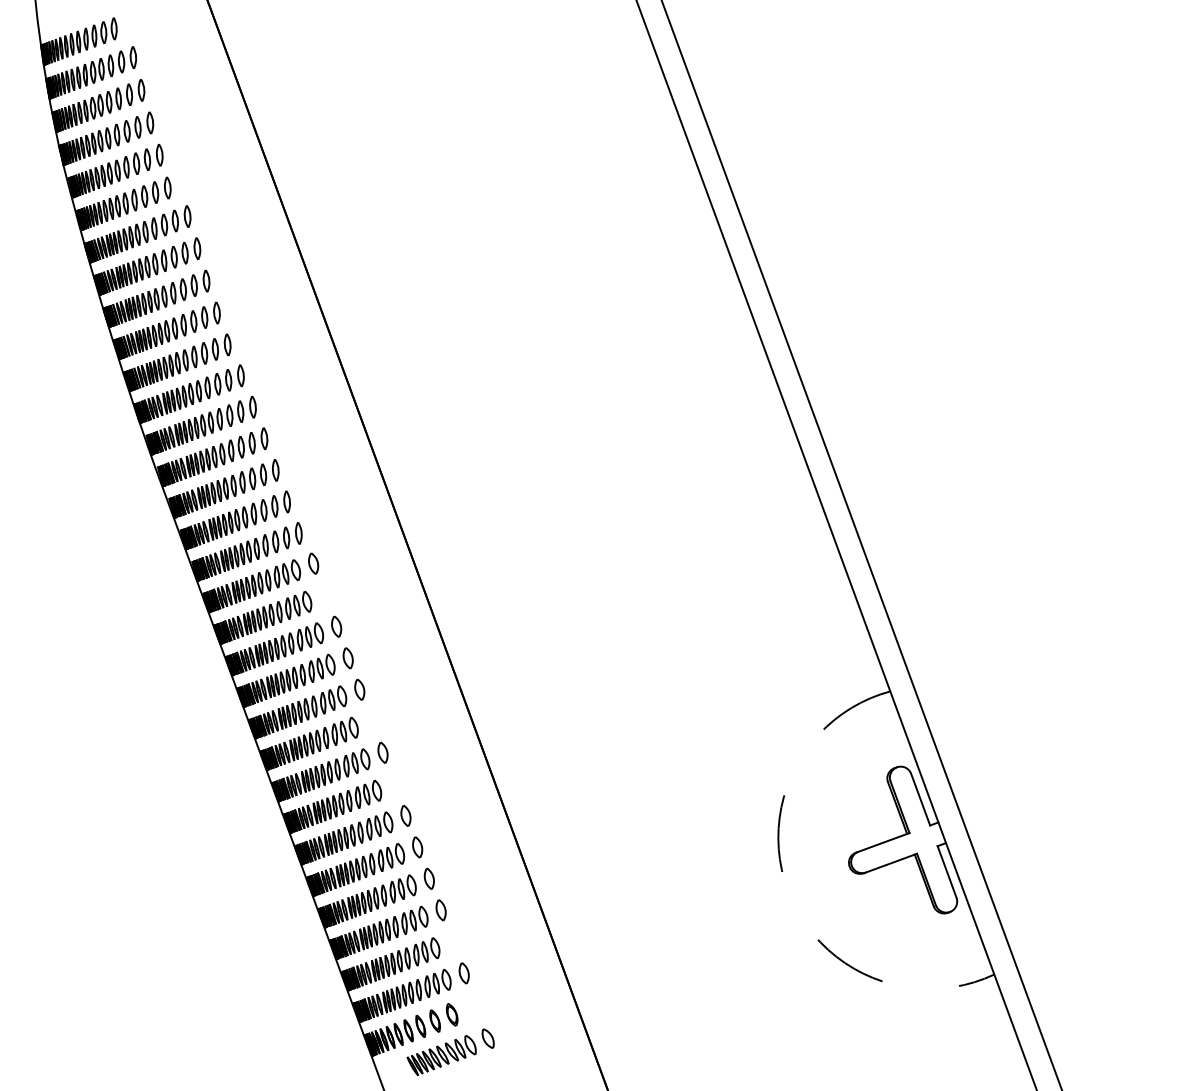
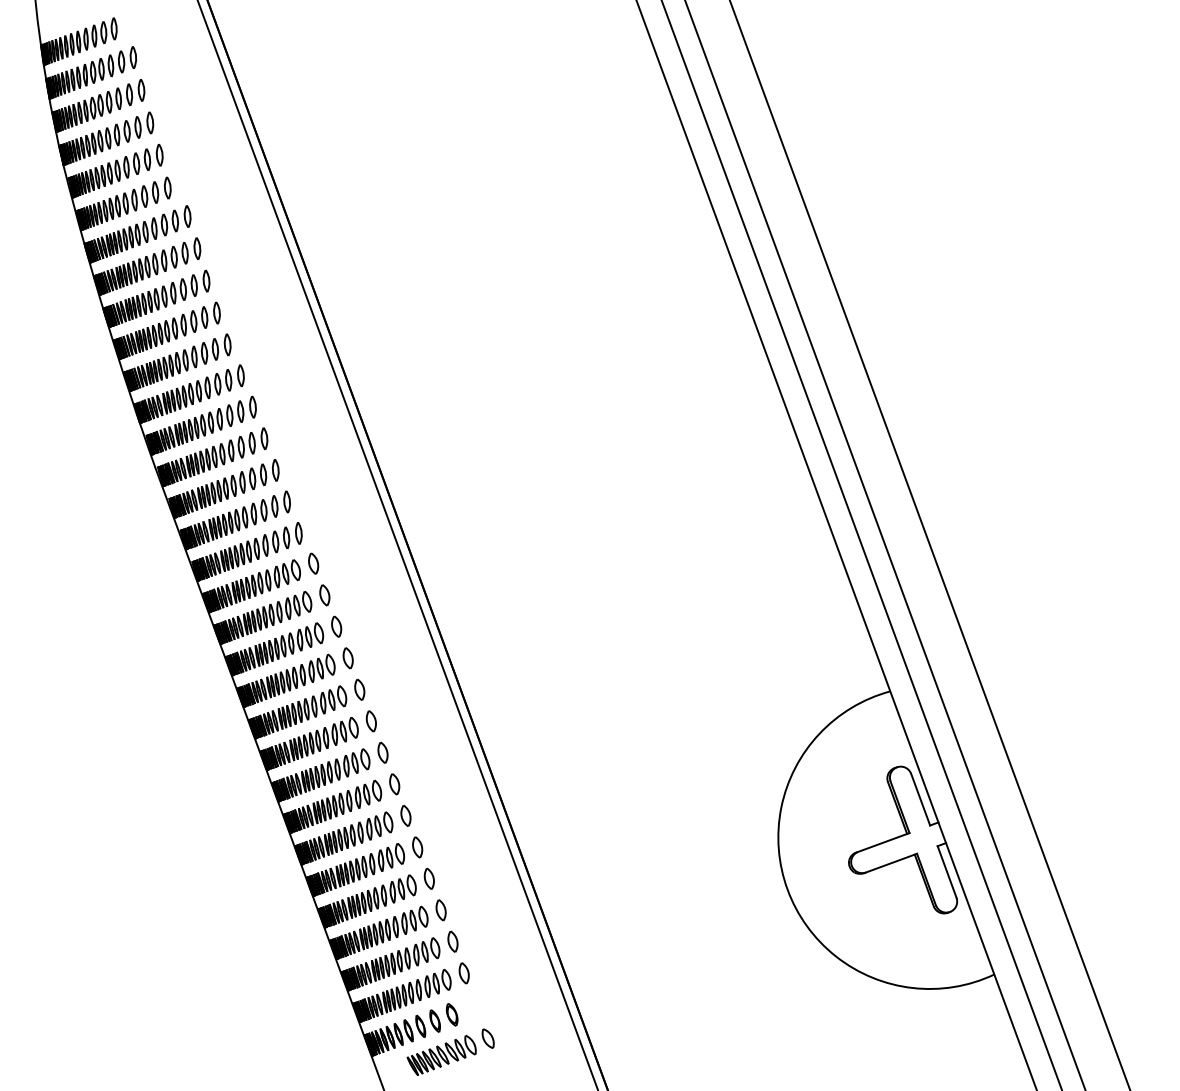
line at (397, 544): none -> present
line at (884, 544): none -> present
line at (929, 544): none -> present
part at (324, 595): none -> present
part at (370, 721): none -> present
part at (394, 784): none -> present
arc at (787, 889): dashed -> solid
part at (452, 941): none -> present
